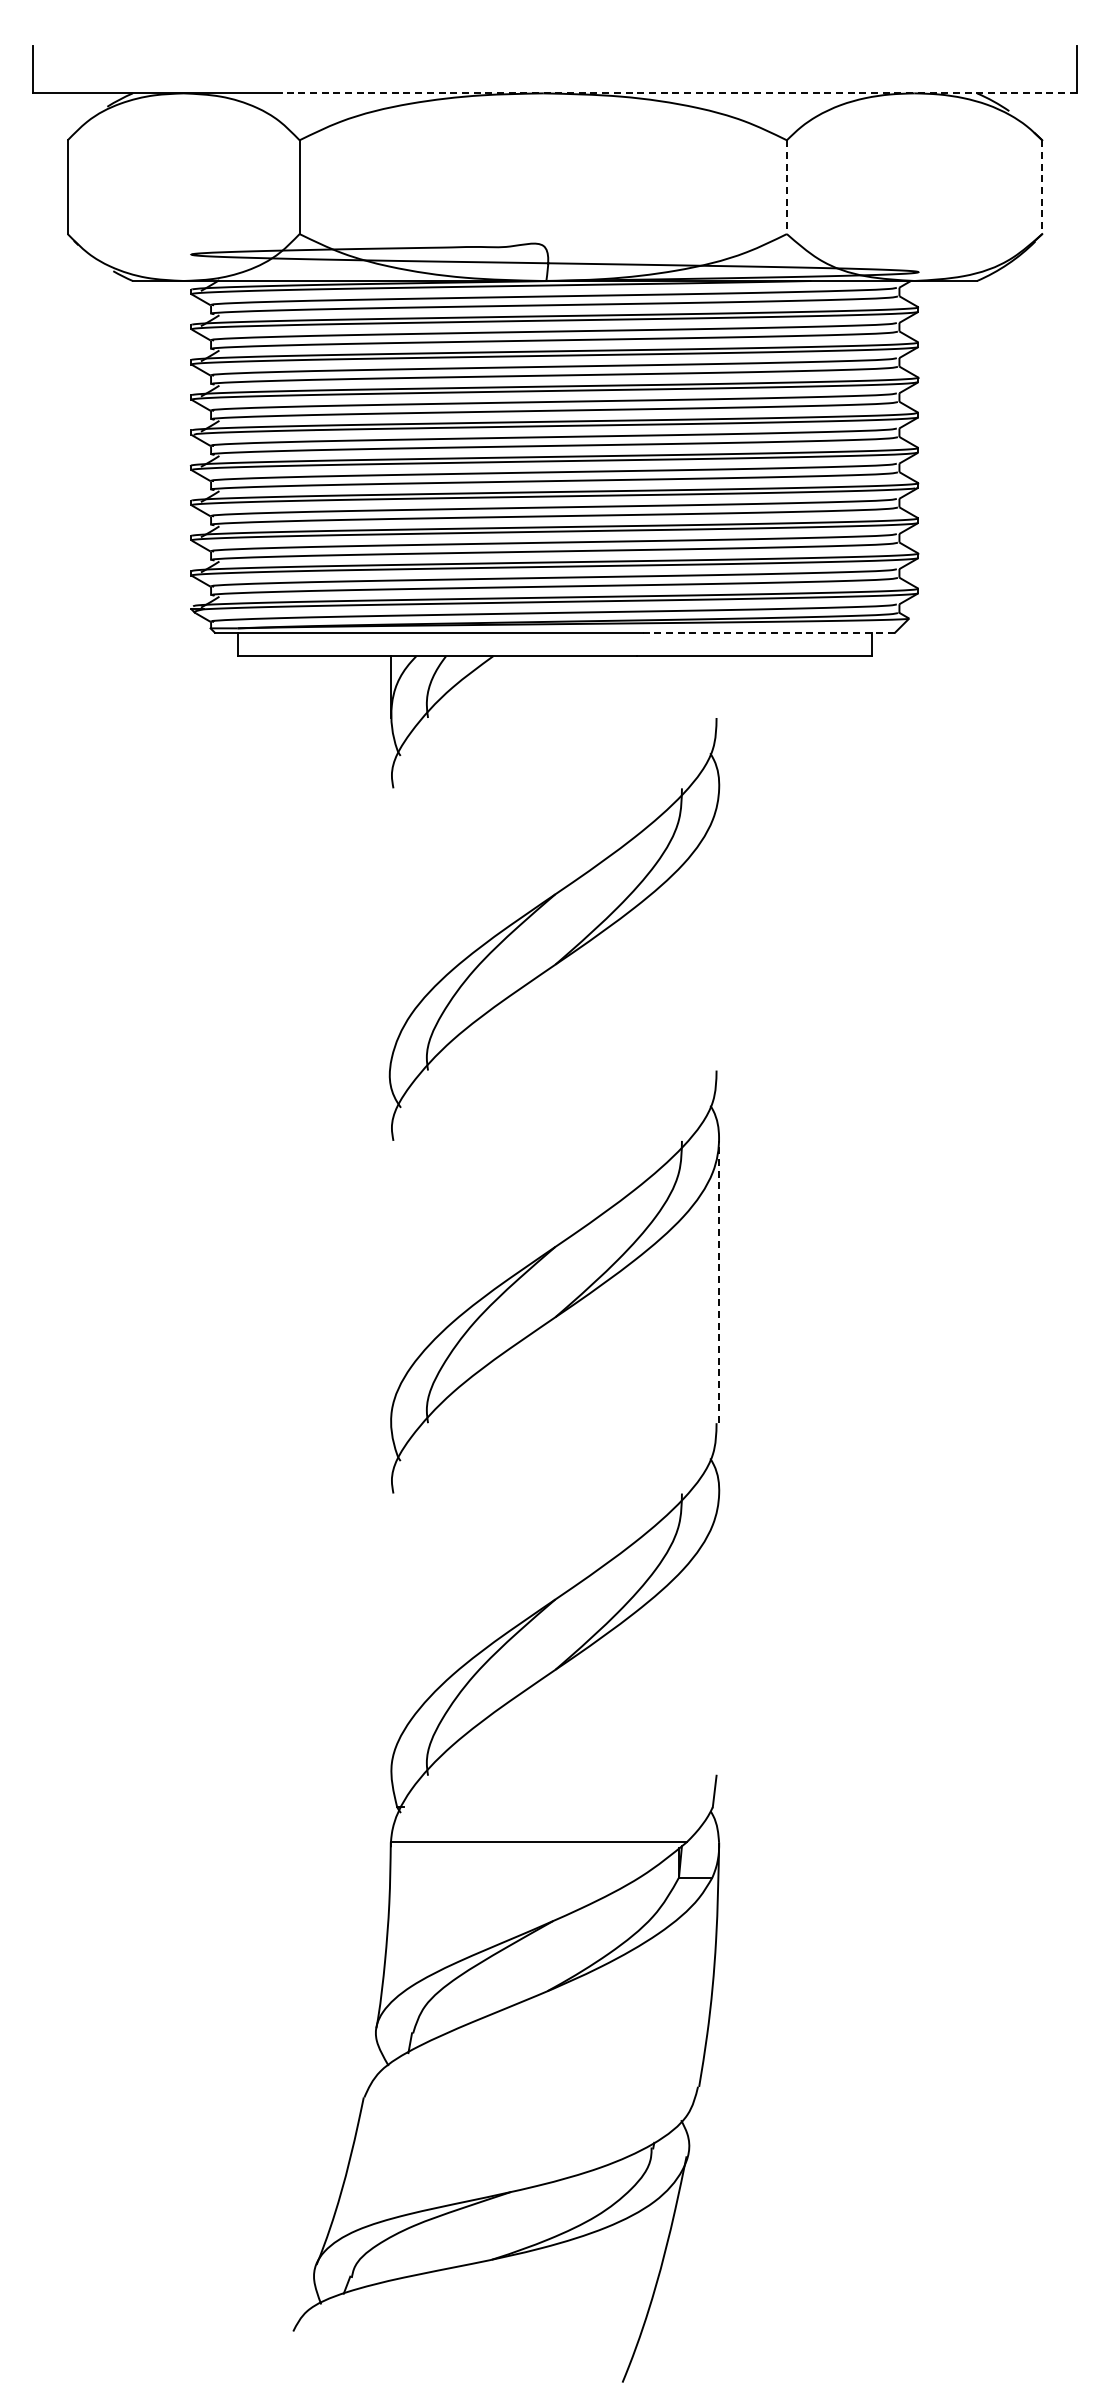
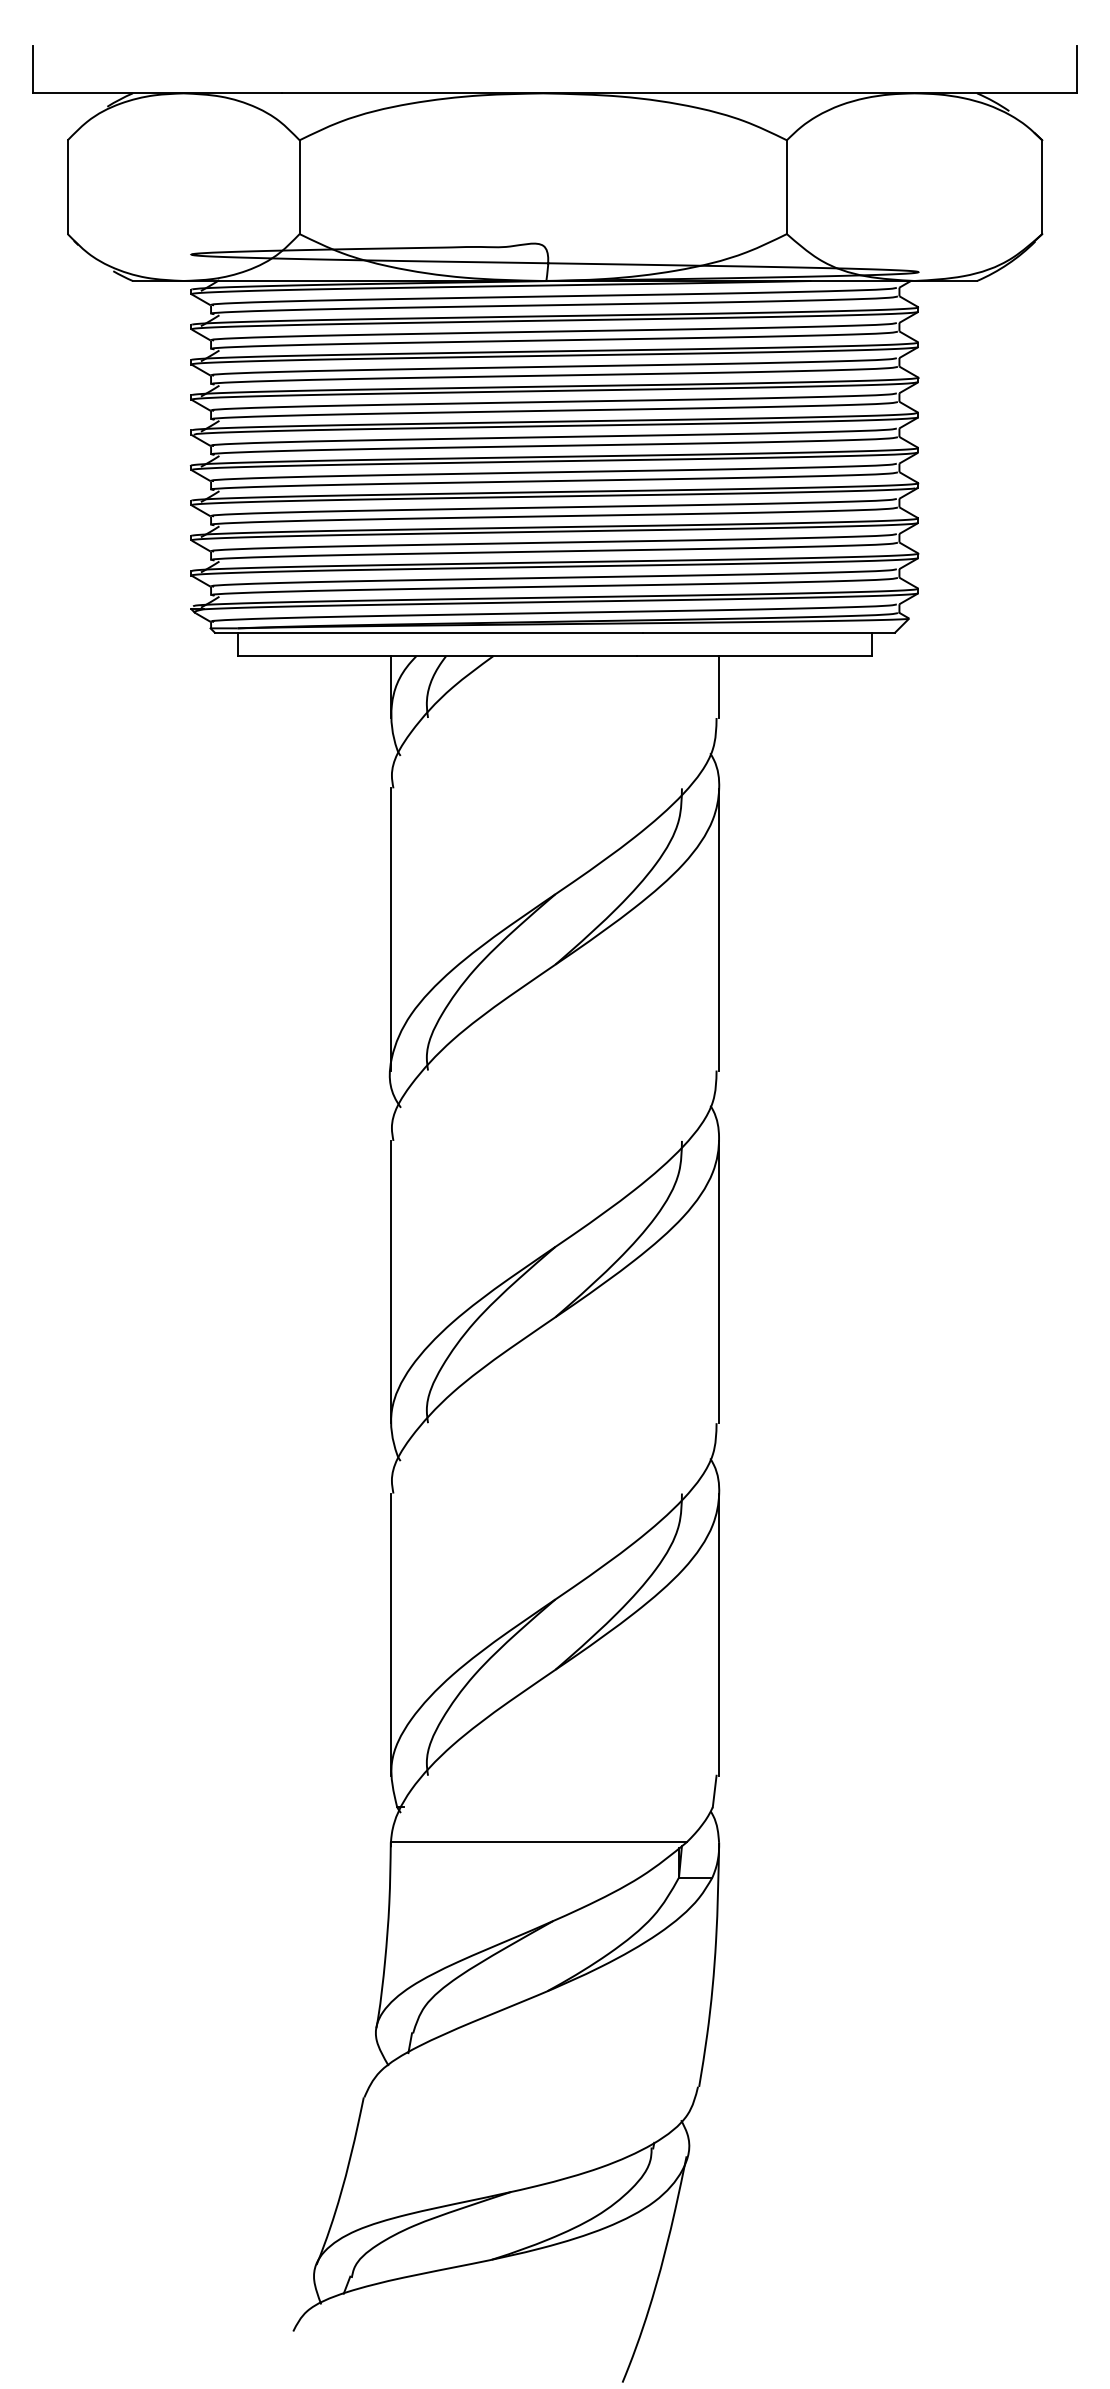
line at (679, 93): dashed -> solid
line at (786, 187): dashed -> solid
line at (1042, 187): dashed -> solid
line at (769, 632): dashed -> solid
line at (719, 686): none -> present
line at (390, 929): none -> present
line at (719, 929): none -> present
line at (390, 1281): none -> present
line at (719, 1281): dashed -> solid
line at (390, 1634): none -> present
line at (719, 1634): none -> present
